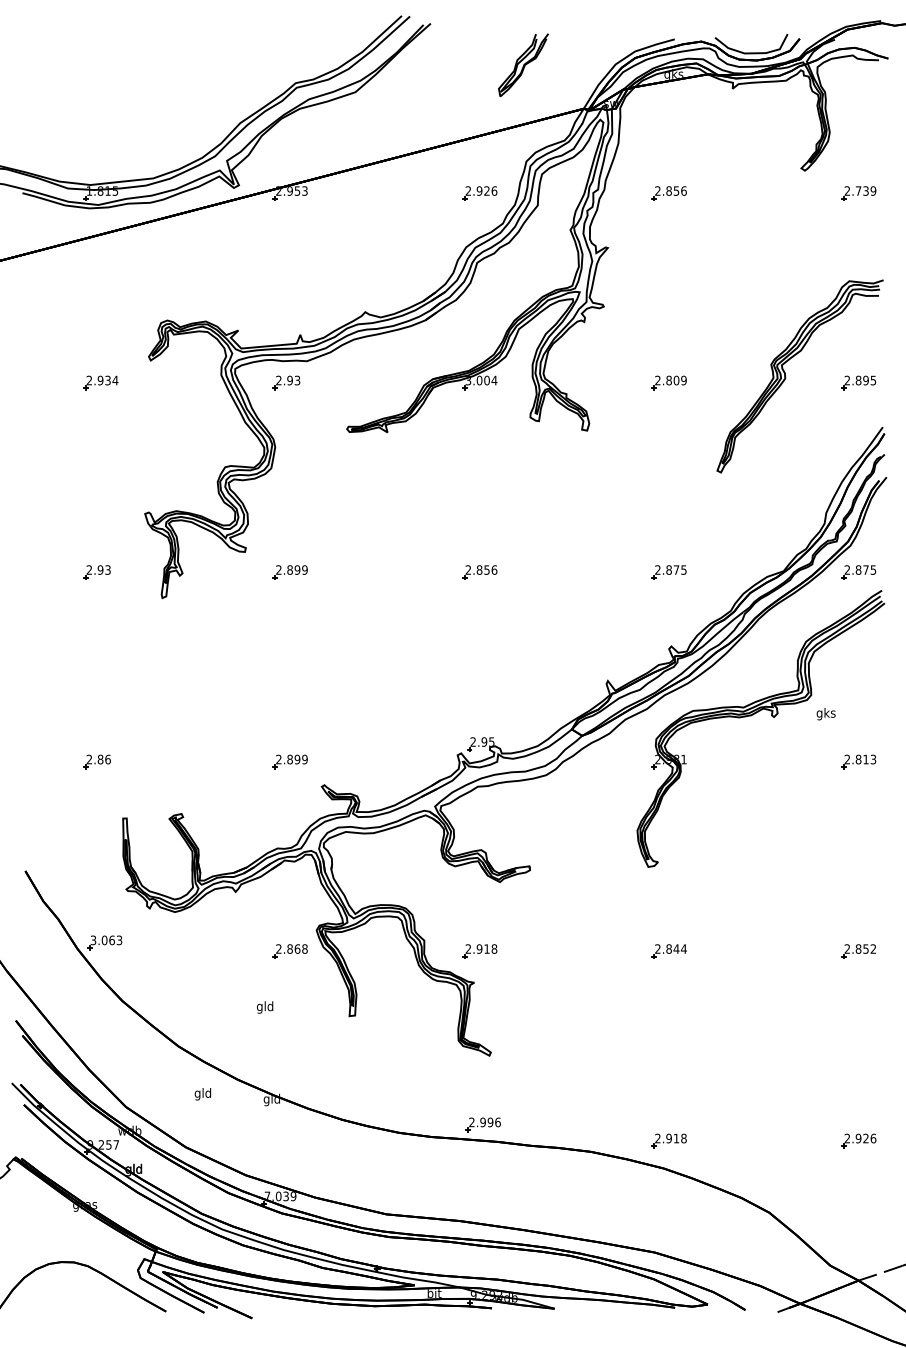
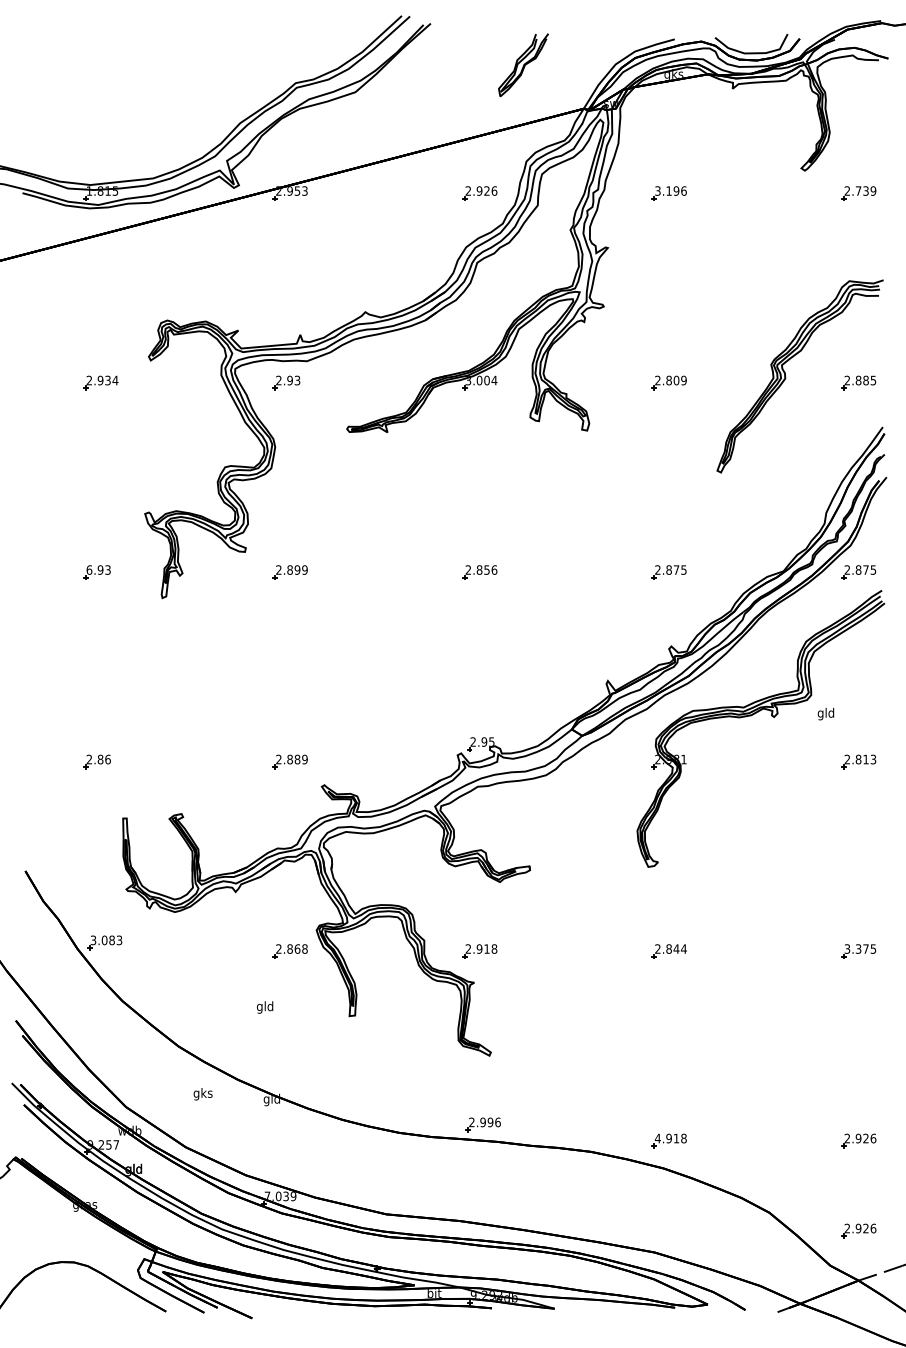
text at (667, 190): 2.856 -> 3.196
text at (865, 380): 2.895 -> 2.885
text at (89, 569): 2.93 -> 6.93
text at (825, 713): gks -> gld
text at (297, 759): 2.899 -> 2.889
text at (111, 939): 3.063 -> 3.083
text at (860, 948): 2.852 -> 3.375
text at (202, 1094): gld -> gks
text at (657, 1138): 2.918 -> 4.918
part at (858, 1230): none -> present
